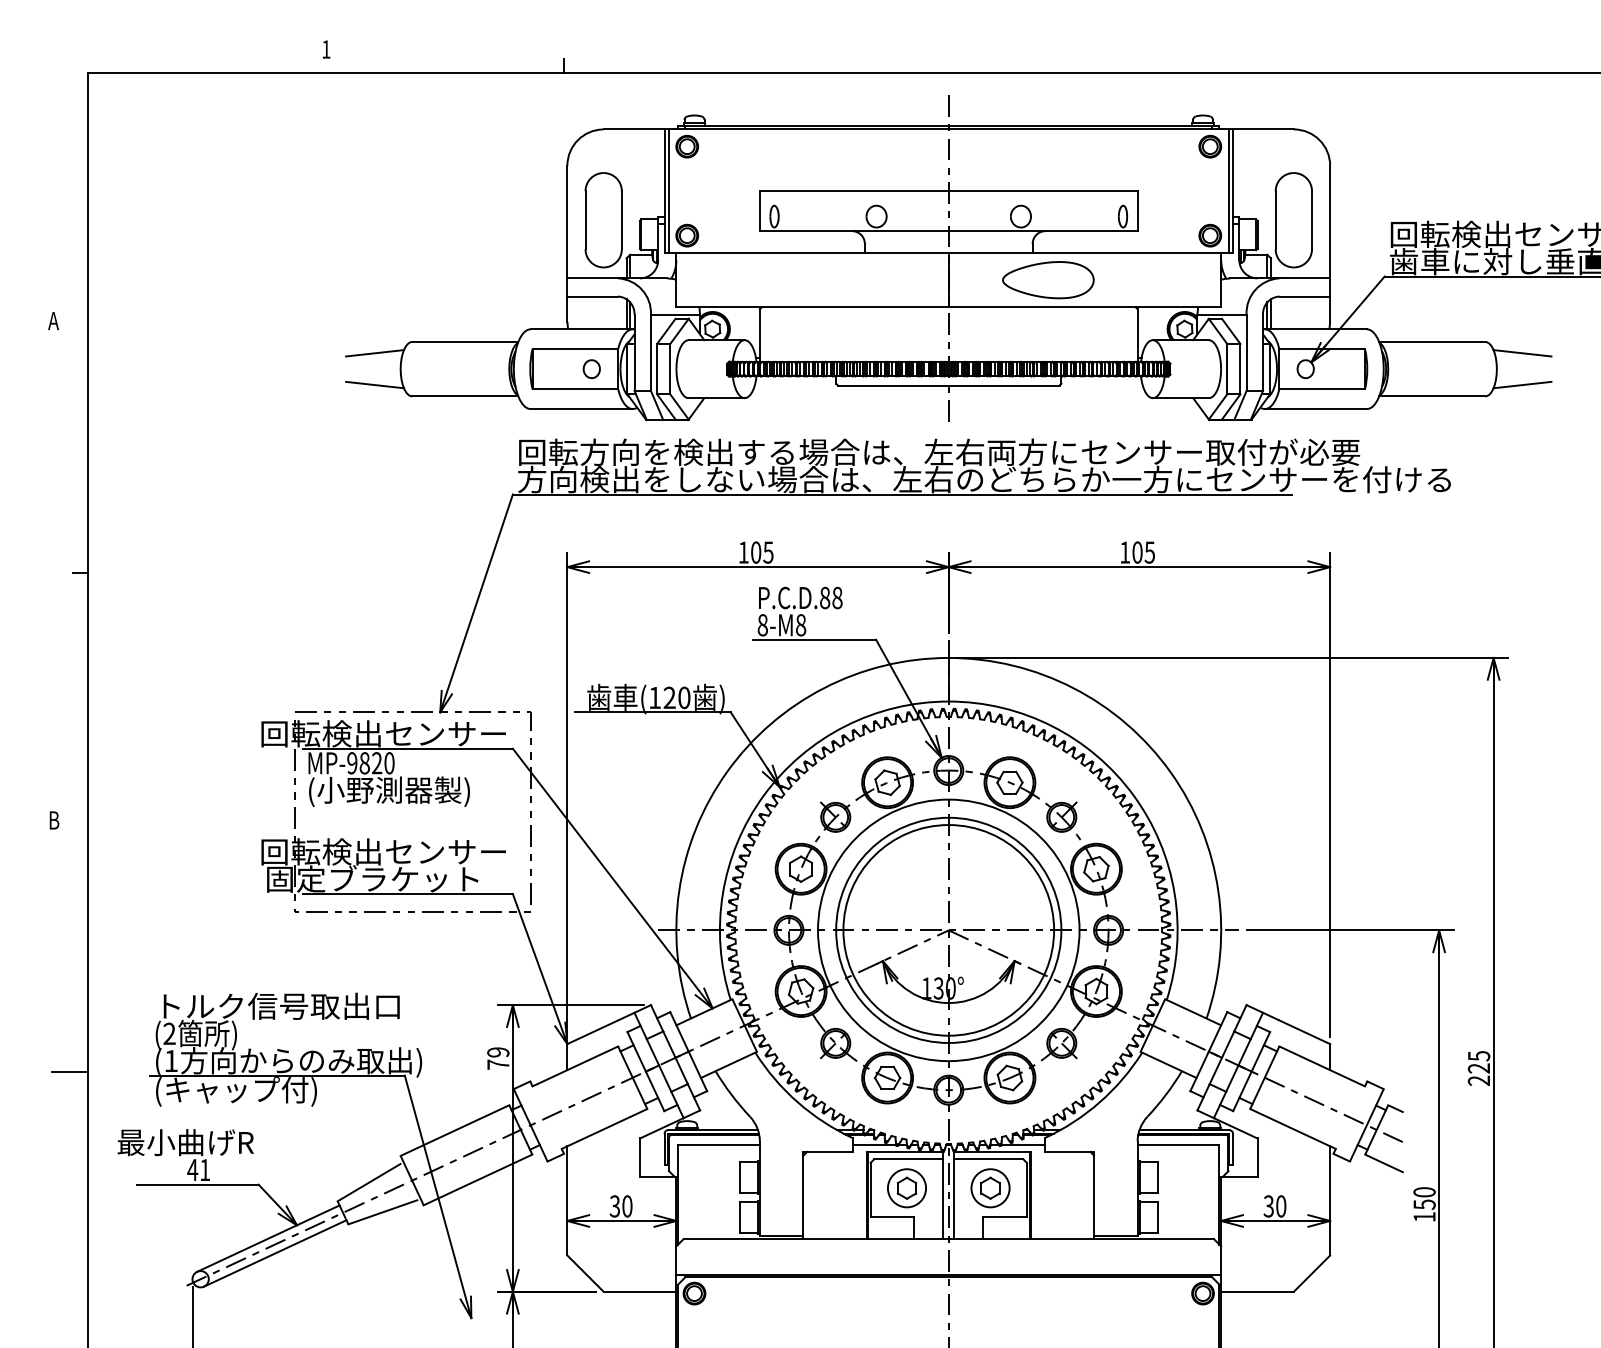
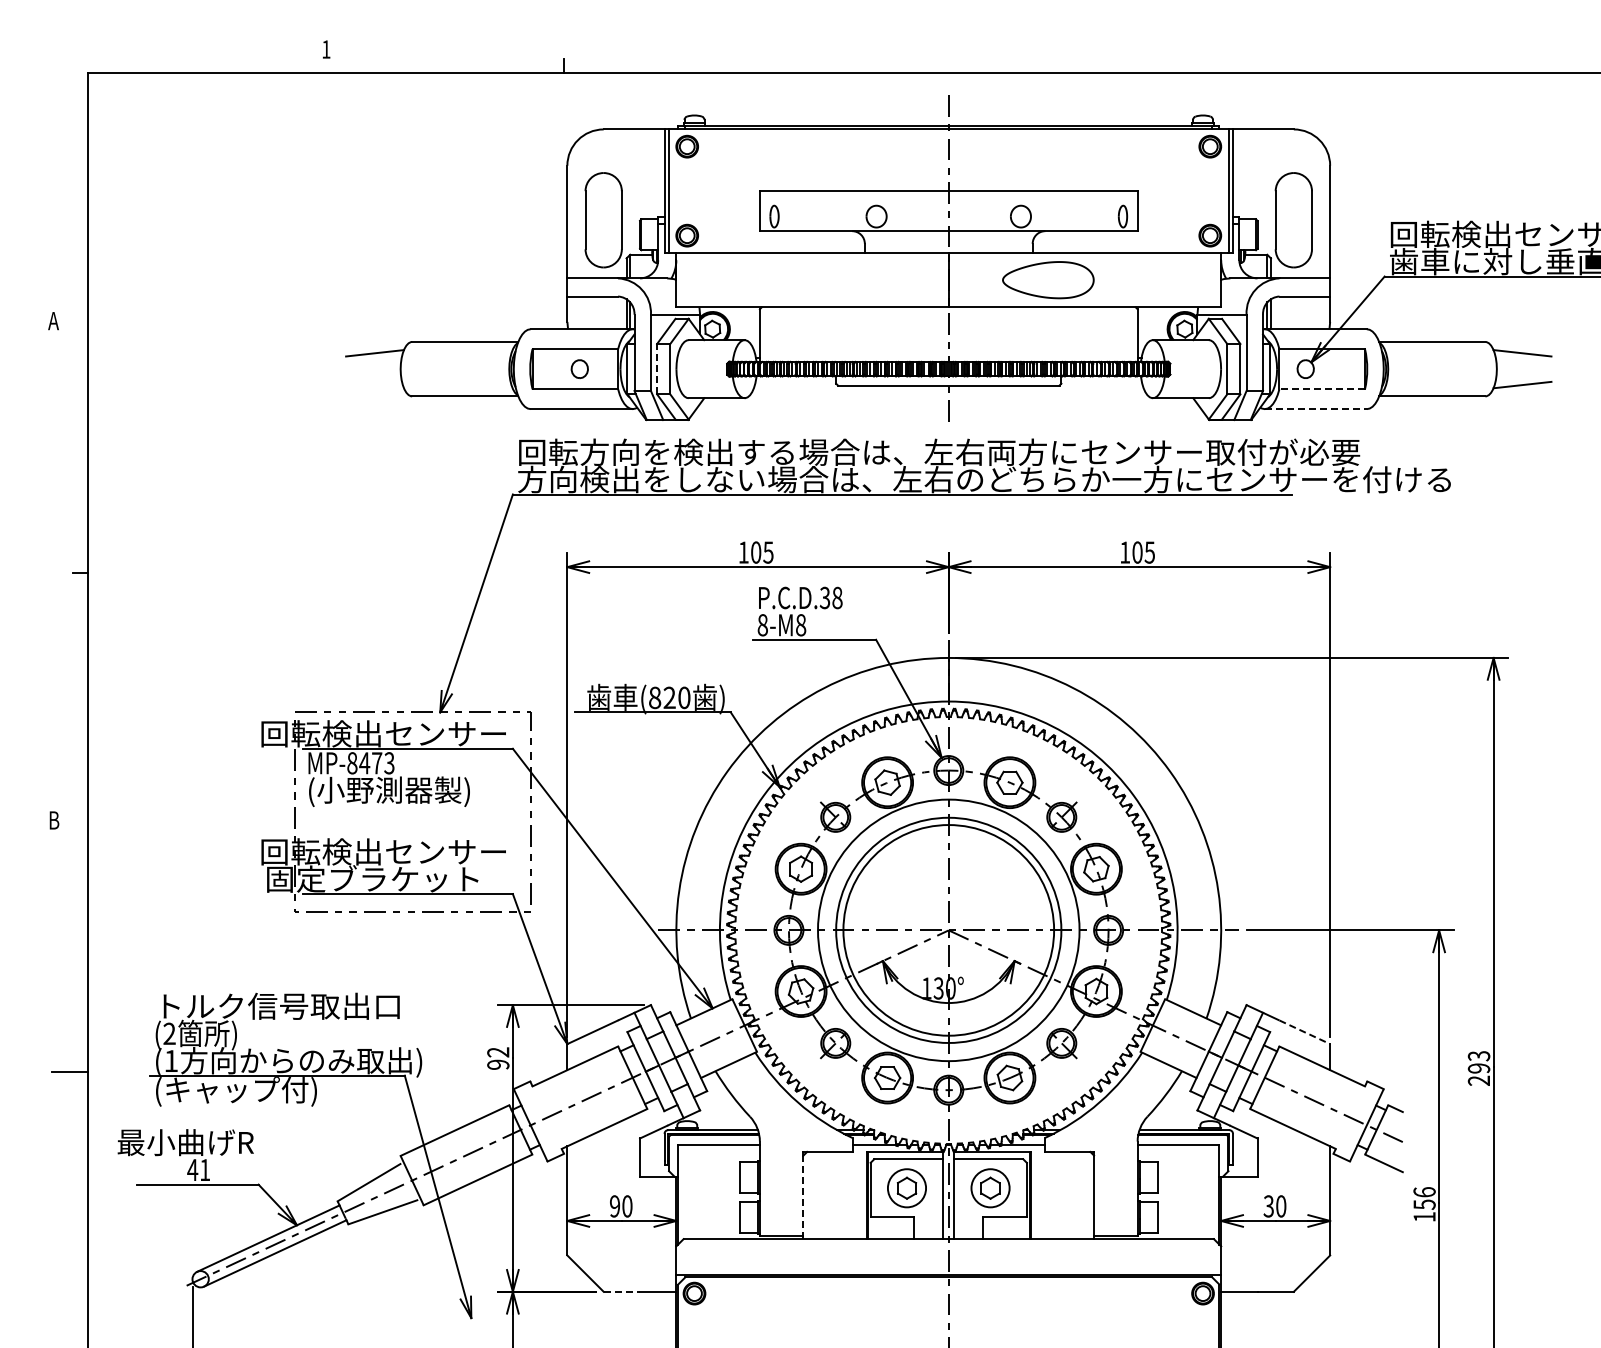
part at (591, 368) position: (591, 368) -> (579, 368)
line at (657, 368): solid -> dashed
line at (374, 384): present -> none
line at (1322, 389): solid -> dashed
line at (1316, 409): solid -> dashed
text at (824, 597): P.C.D.88 -> P.C.D.38
text at (655, 697): (120 -> (820
text at (370, 763): MP-9820 -> MP-8473
line at (1304, 1032): solid -> dashed
text at (498, 1058): 79 -> 92
text at (1478, 1062): 225 -> 293
text at (1424, 1192): 150 -> 156
line at (803, 1197): solid -> dashed
text at (614, 1206): 30 -> 90
line at (622, 1291): solid -> dashed
